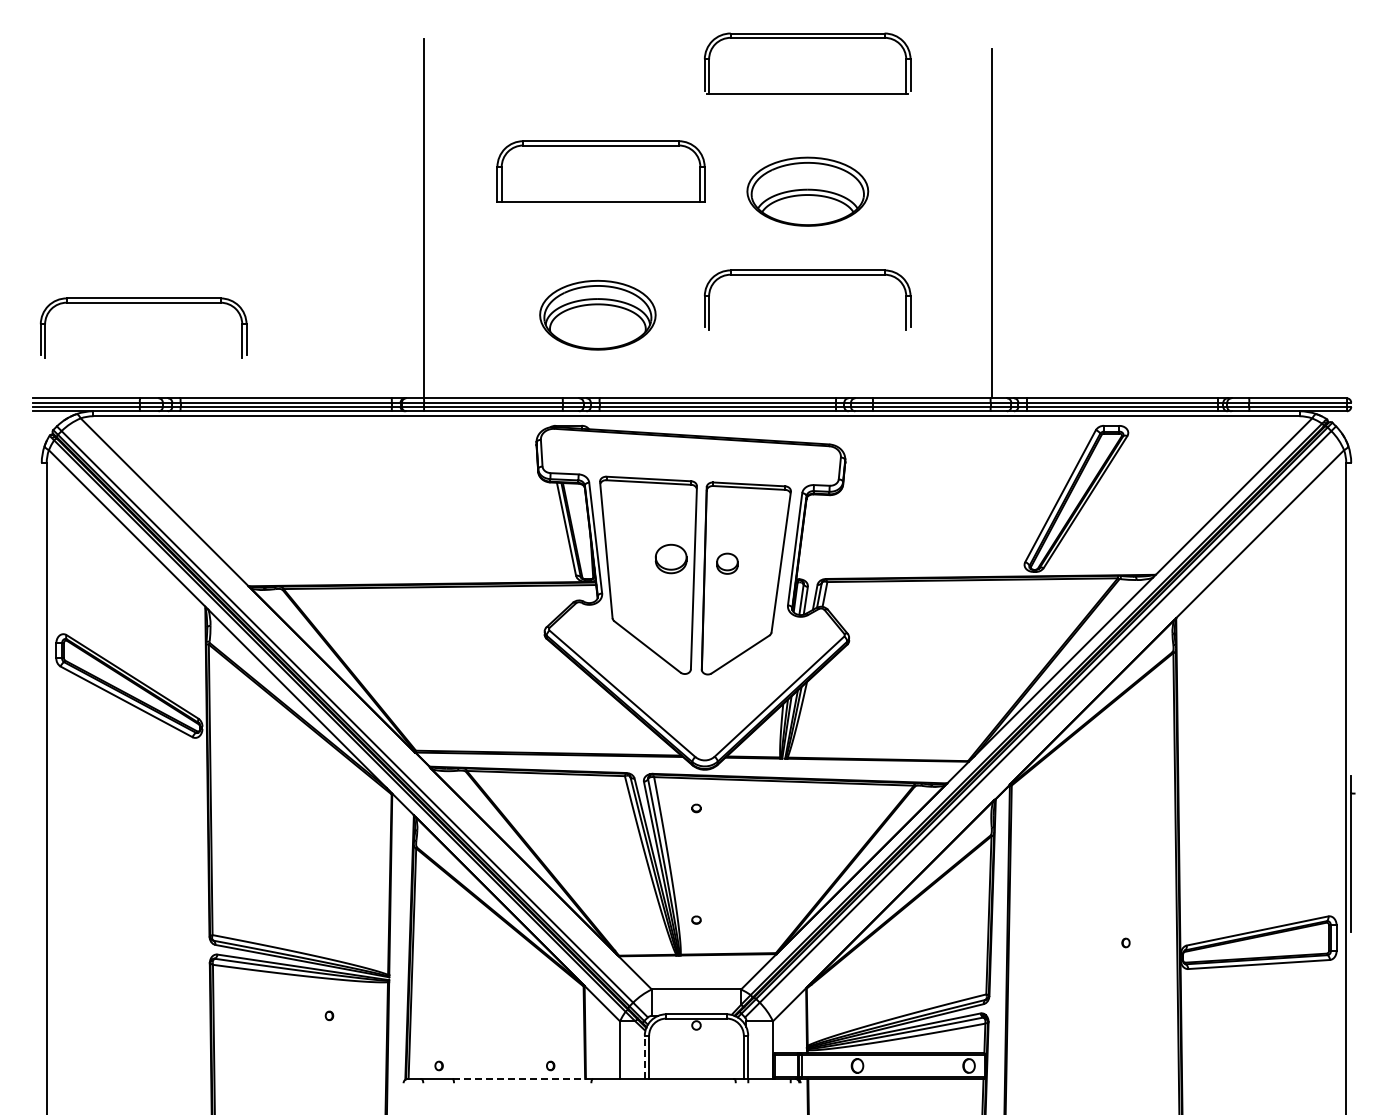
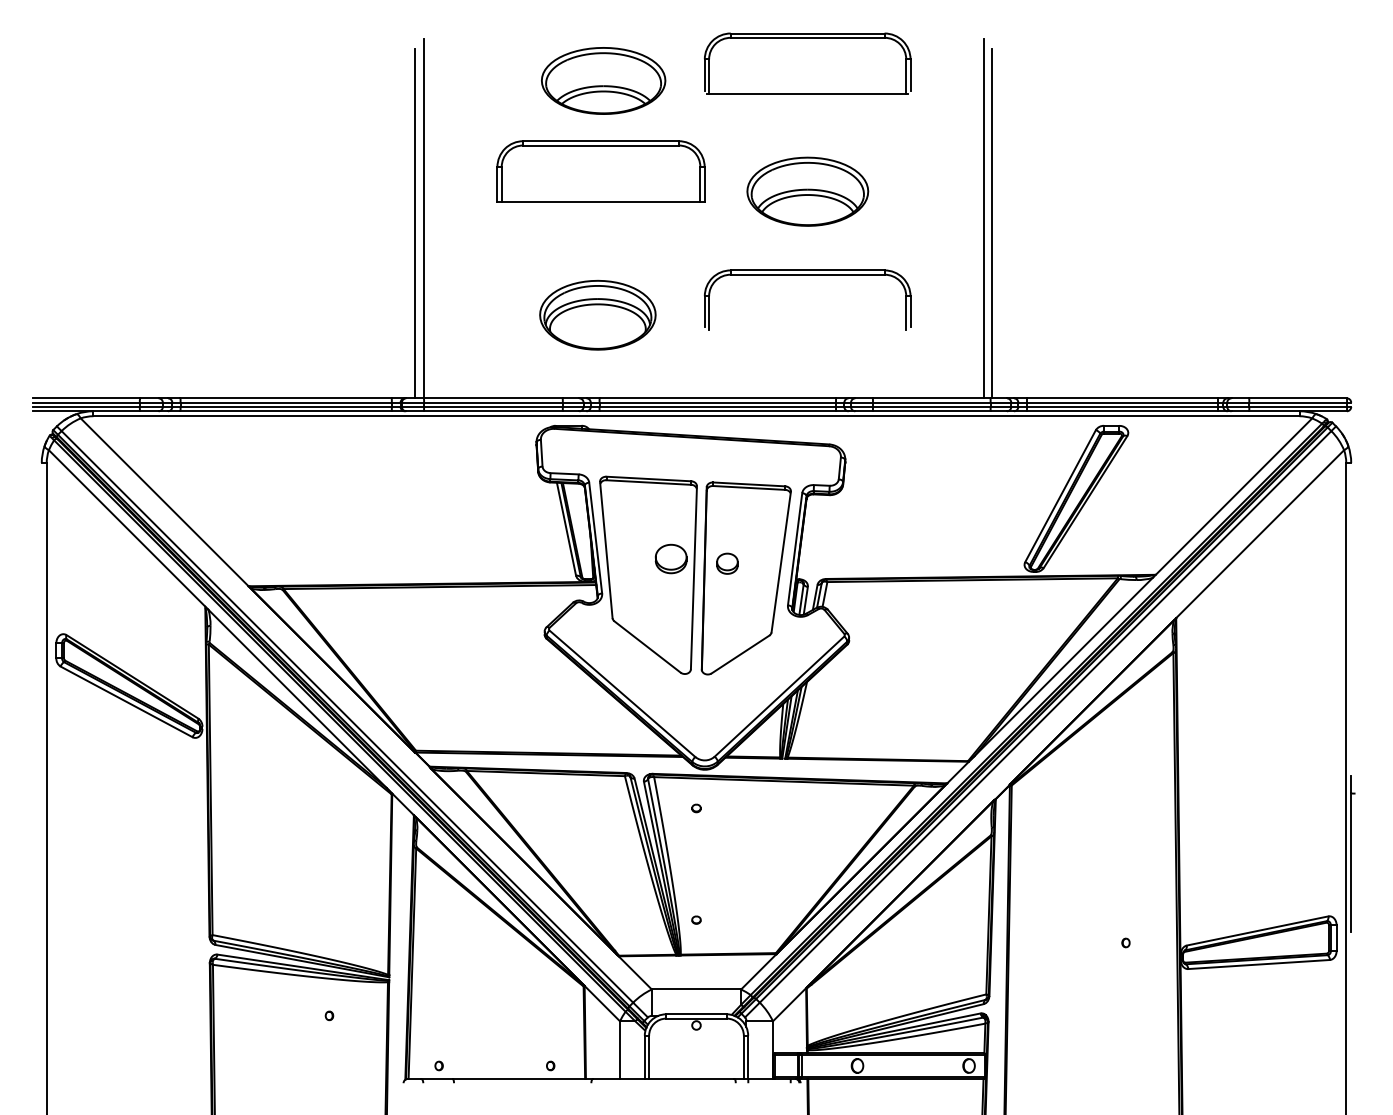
part at (603, 80): none -> present
line at (983, 218): none -> present
line at (415, 223): none -> present
part at (143, 303): present -> none
line at (644, 1057): dashed -> solid
line at (523, 1078): dashed -> solid
